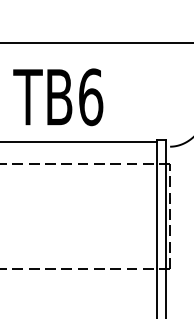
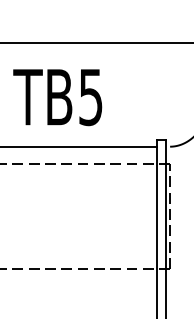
text at (91, 97): TB6 -> TB5
line at (79, 141) position: (79, 141) -> (79, 146)
